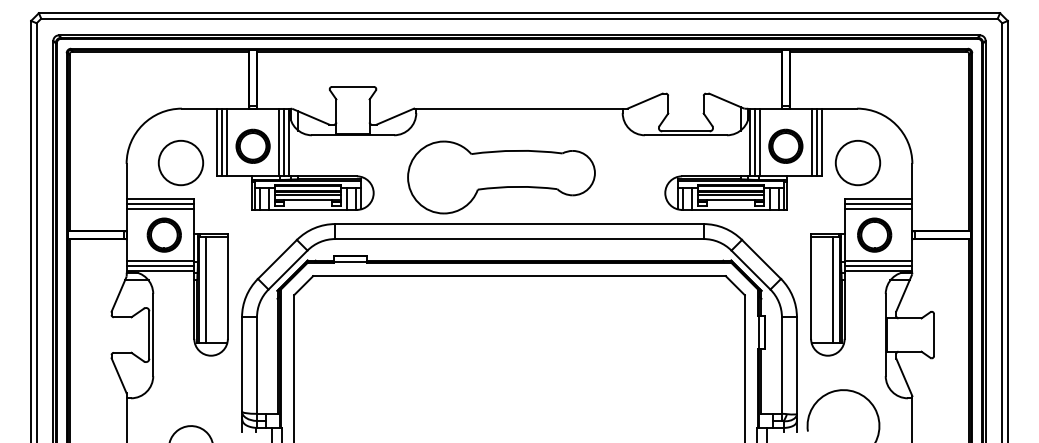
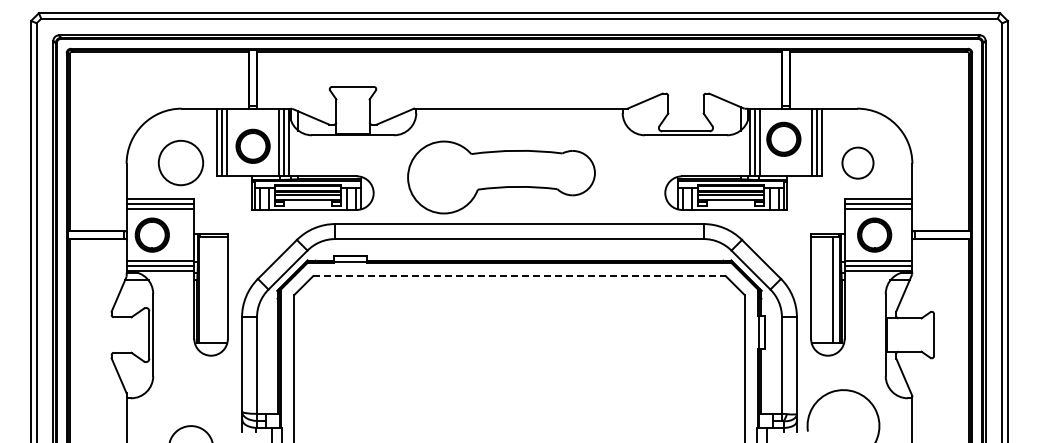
part at (785, 145) position: (785, 145) -> (783, 138)
part at (857, 163) size: 48x47 px -> 34x34 px
part at (163, 234) position: (163, 234) -> (151, 234)
line at (520, 276): solid -> dashed
line at (205, 289): present -> none
